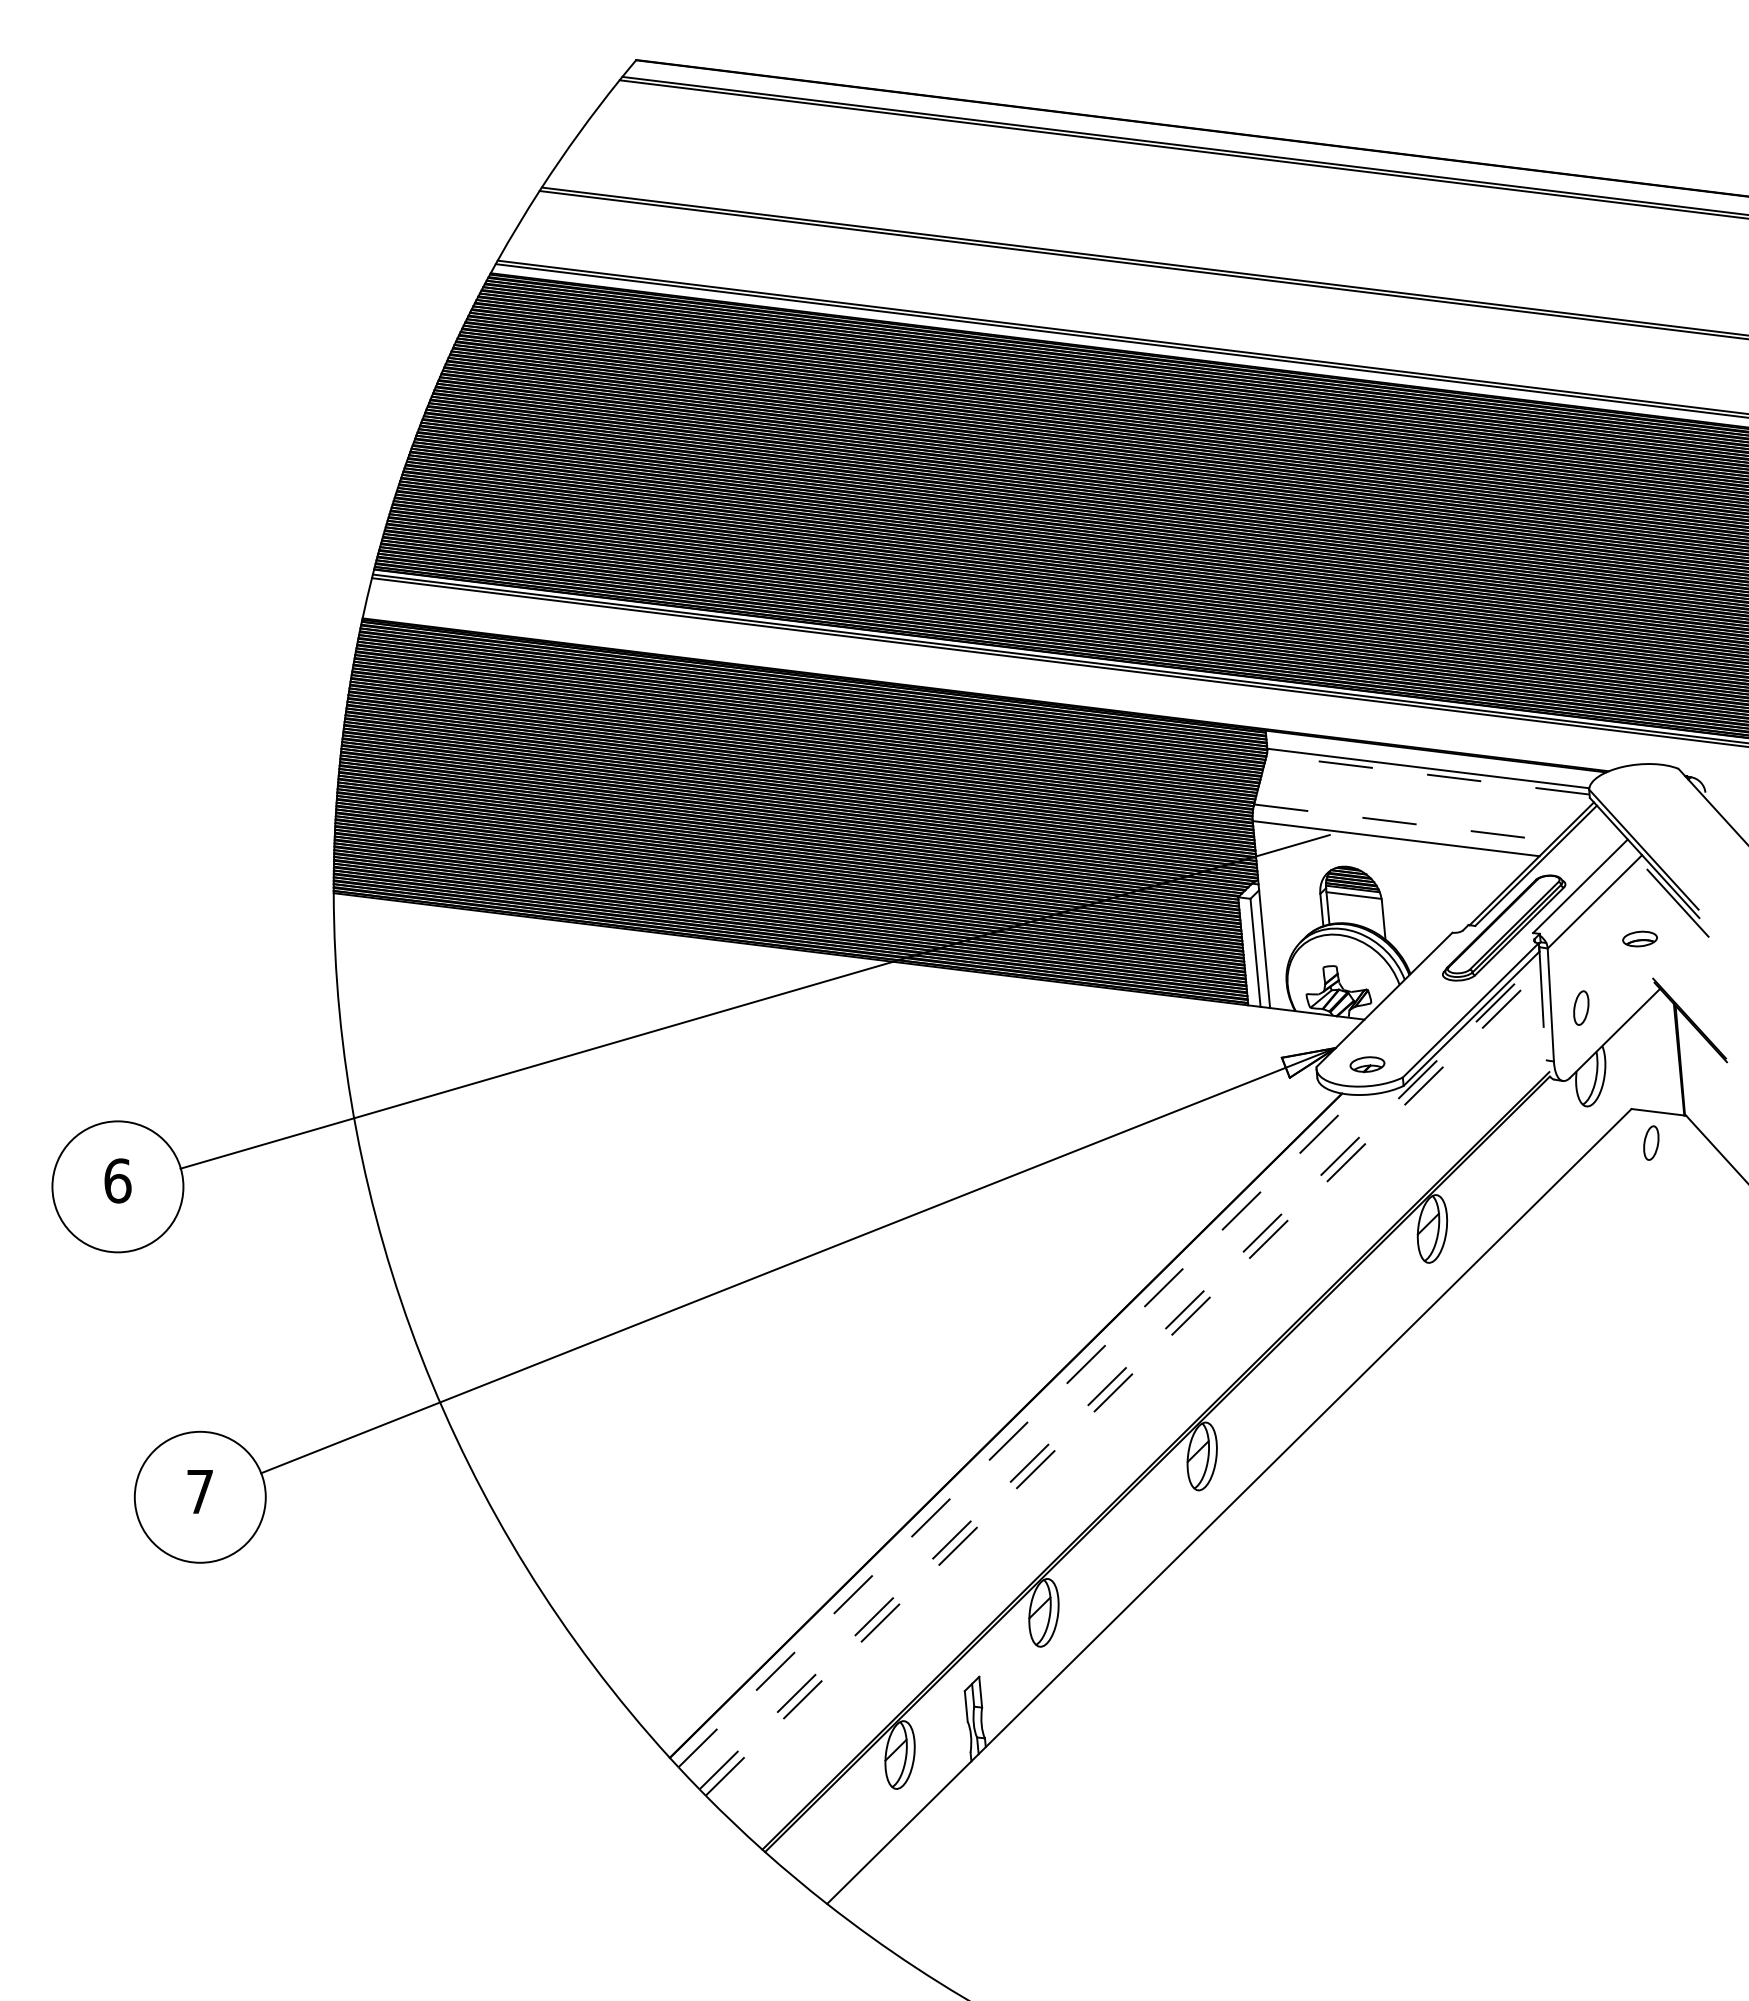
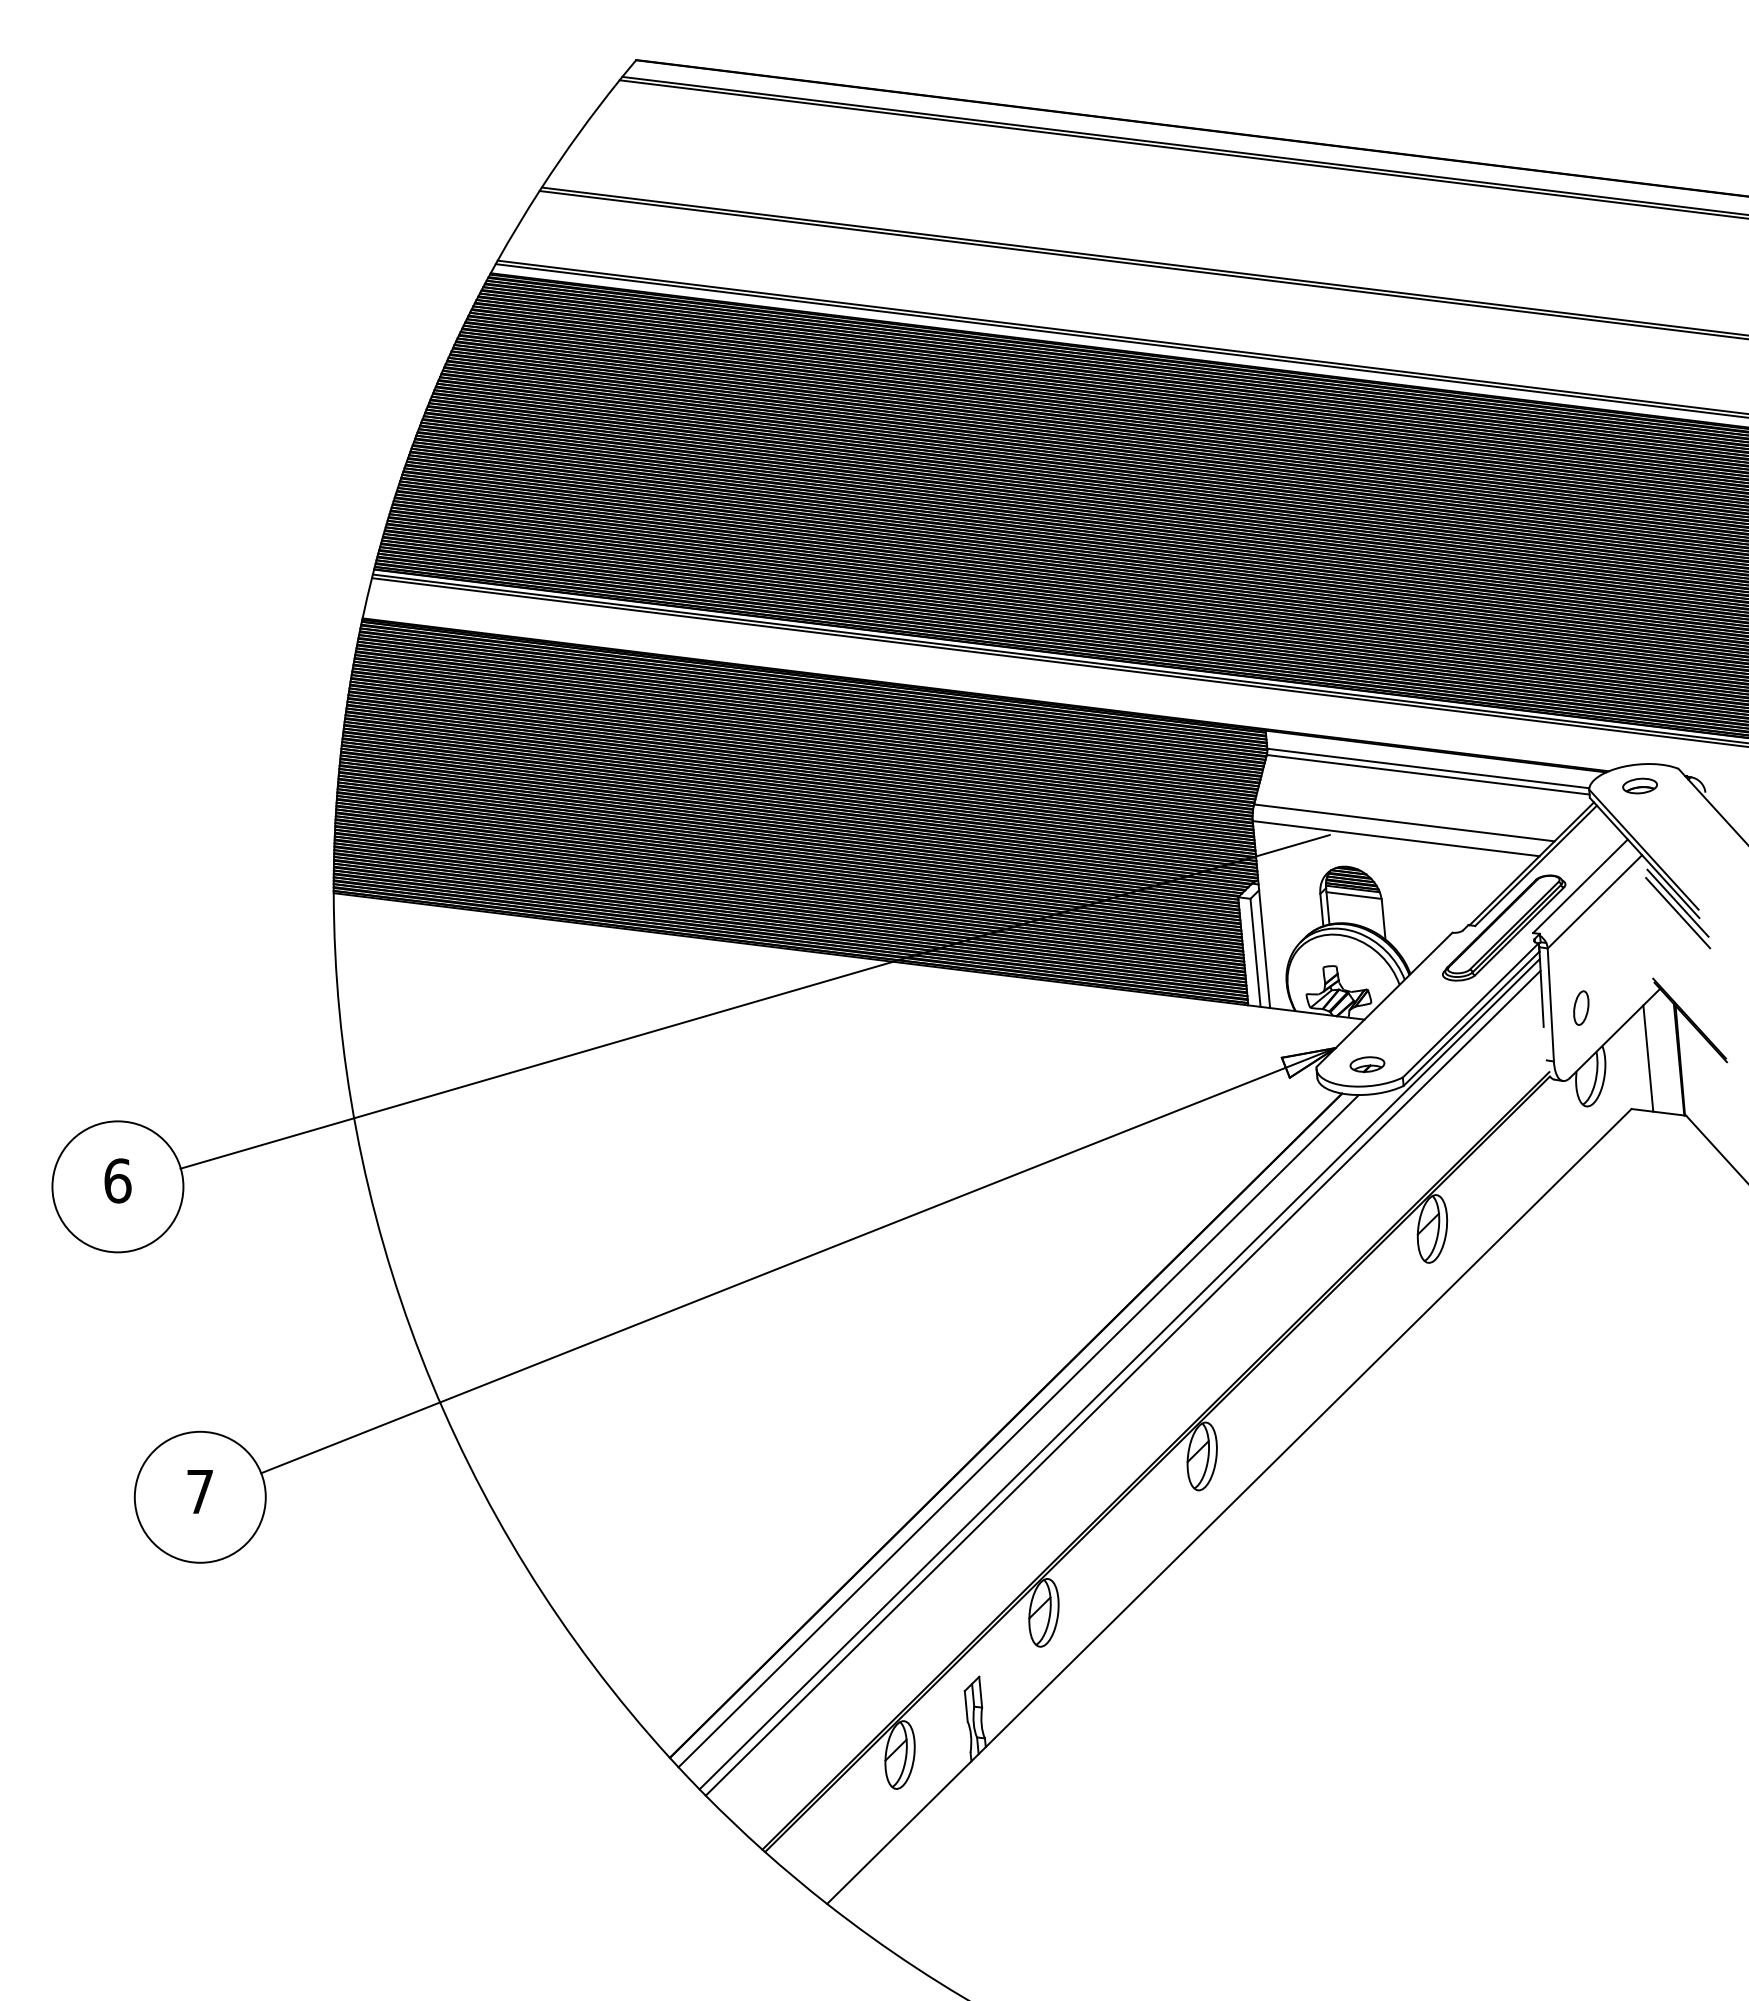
line at (1428, 774): dashed -> solid
line at (1404, 822): dashed -> solid
line at (1678, 913): none -> present
part at (1639, 938) position: (1639, 938) -> (1639, 785)
line at (1648, 1058): none -> present
part at (1651, 1142): present -> none
line at (1119, 1374): dashed -> solid
line at (1123, 1383): dashed -> solid
line at (1019, 1430): dashed -> solid
